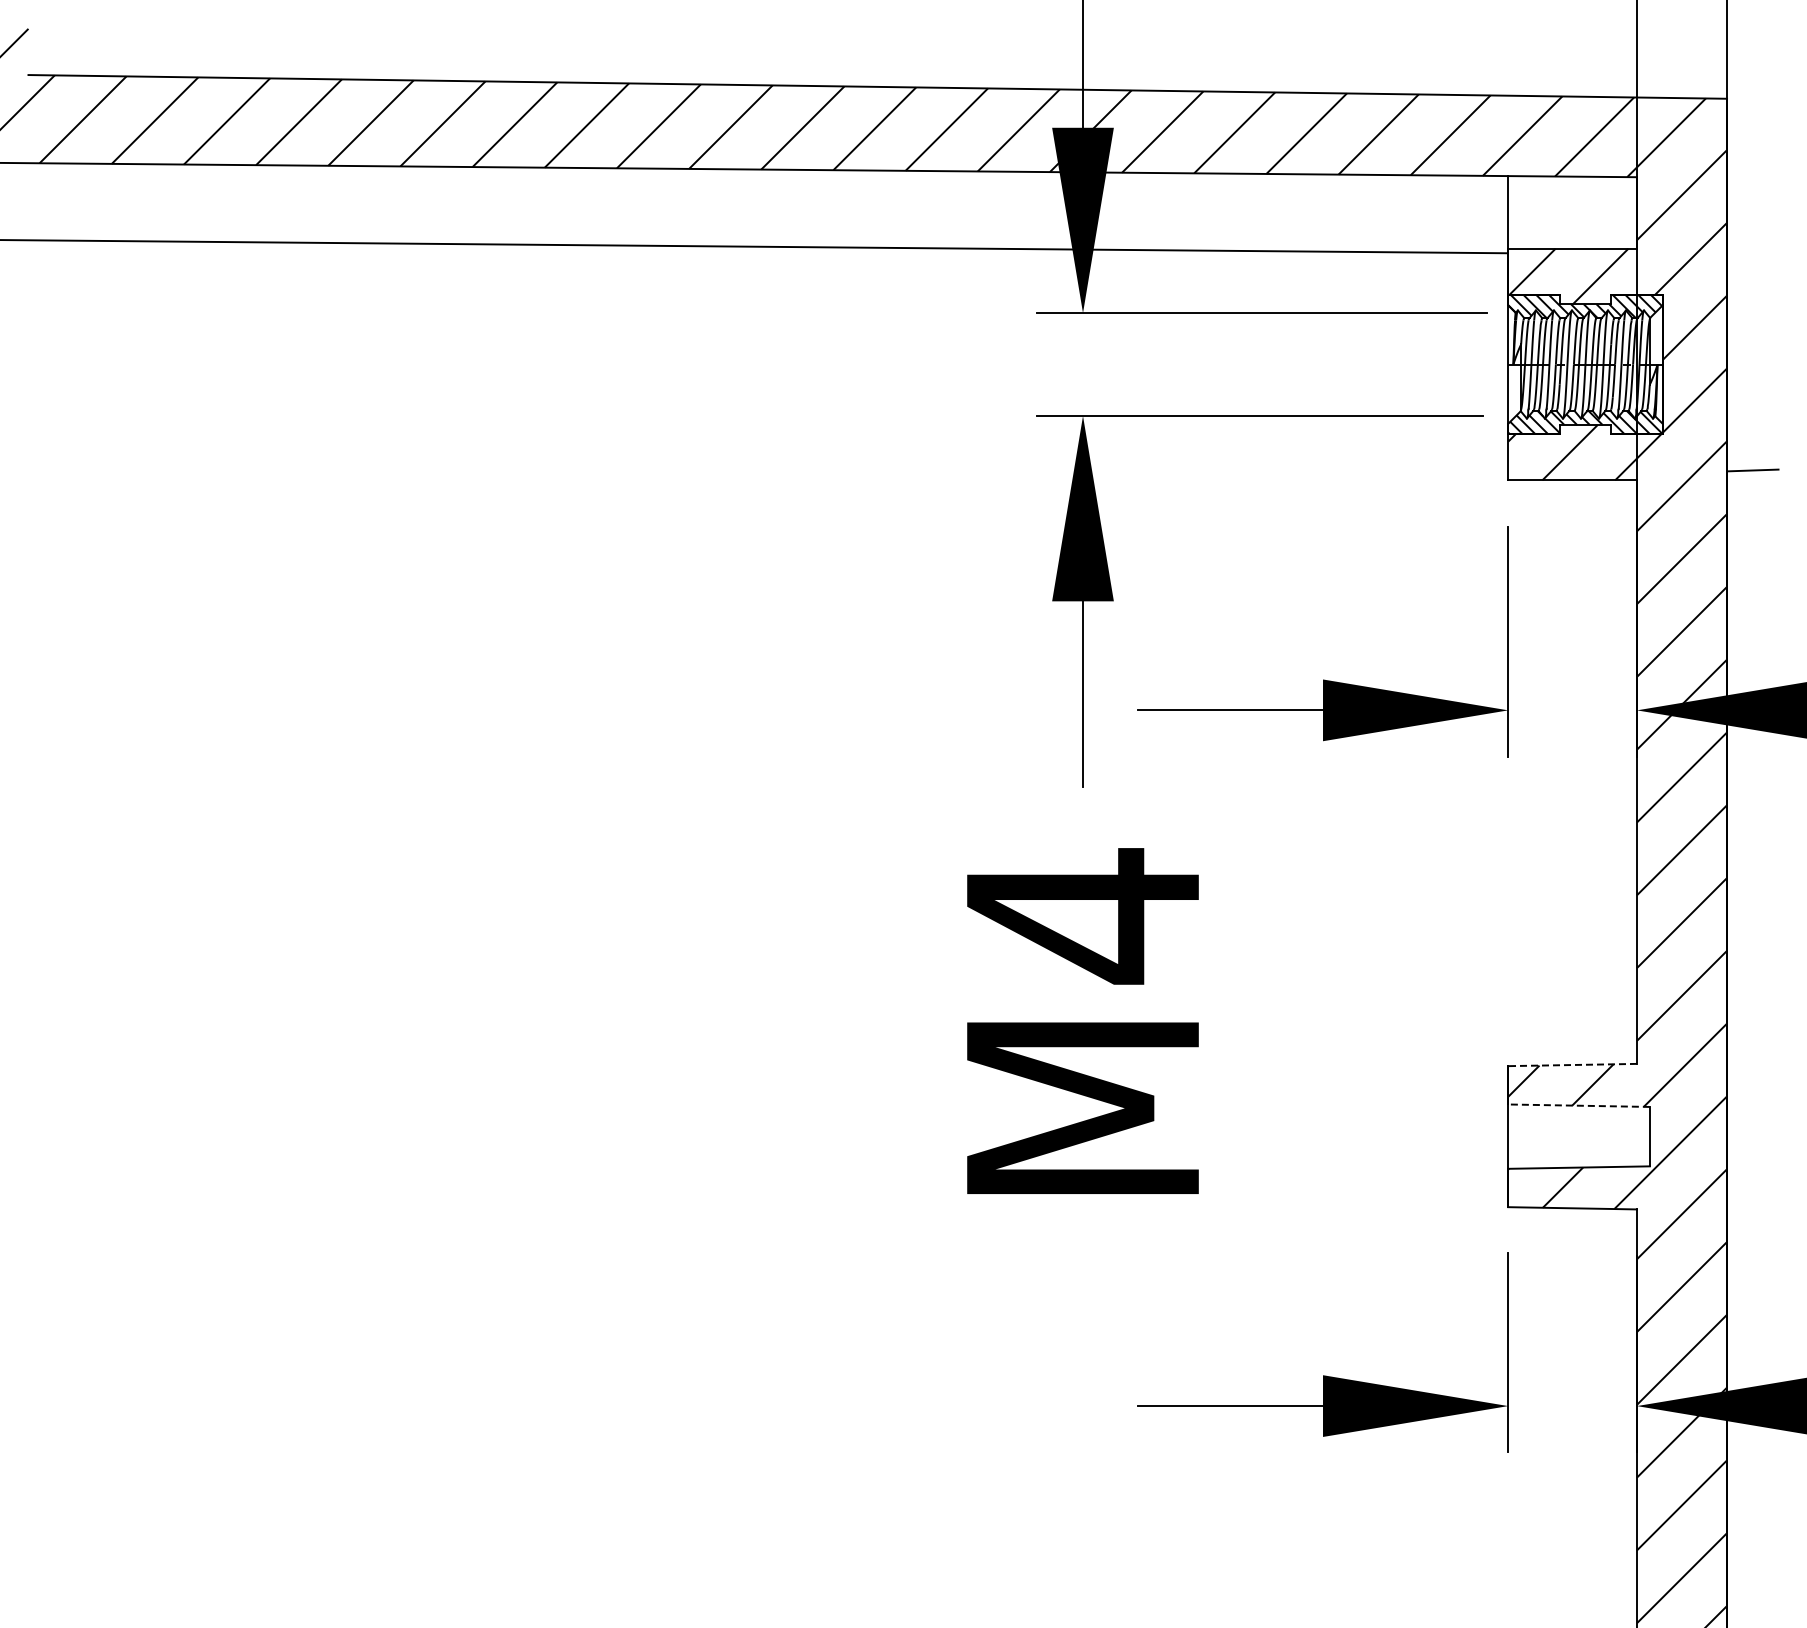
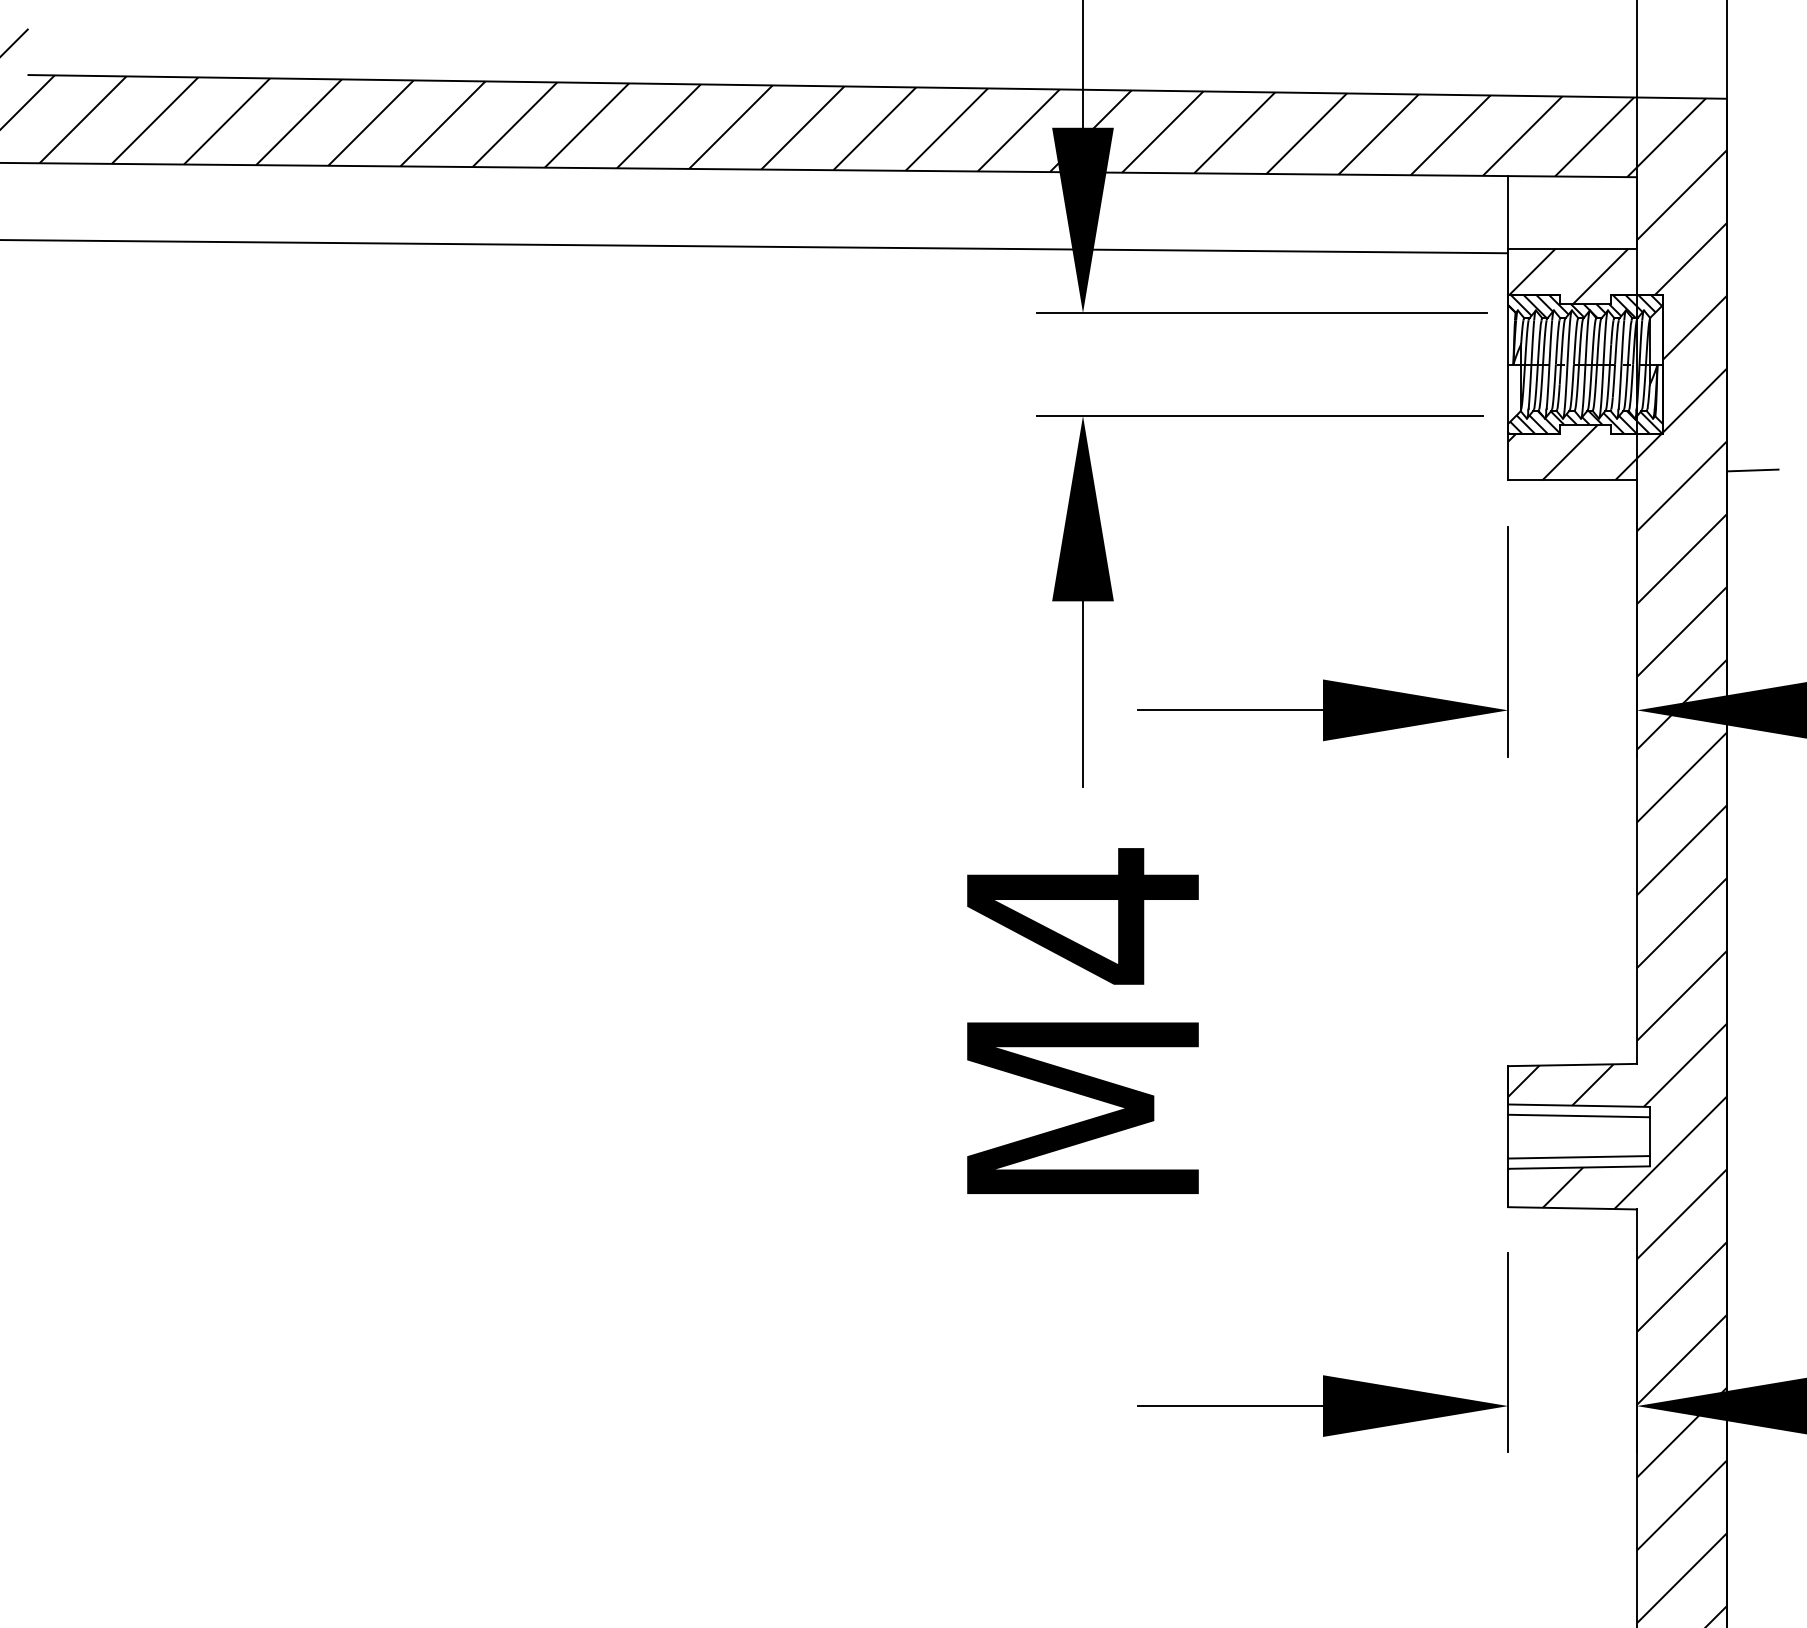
line at (1572, 1065): dashed -> solid
line at (1579, 1105): dashed -> solid
line at (1578, 1115): none -> present
line at (1578, 1157): none -> present
